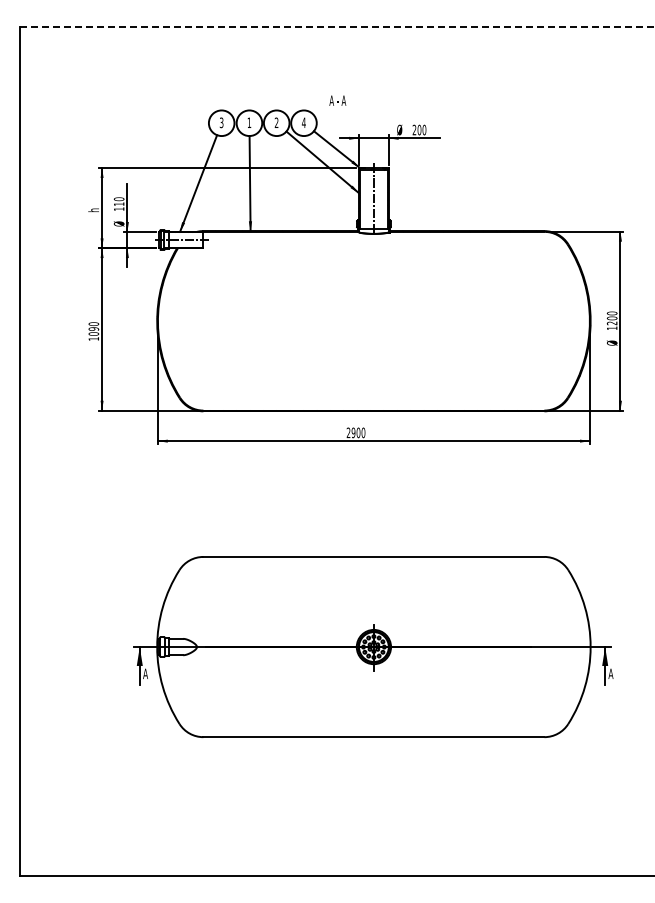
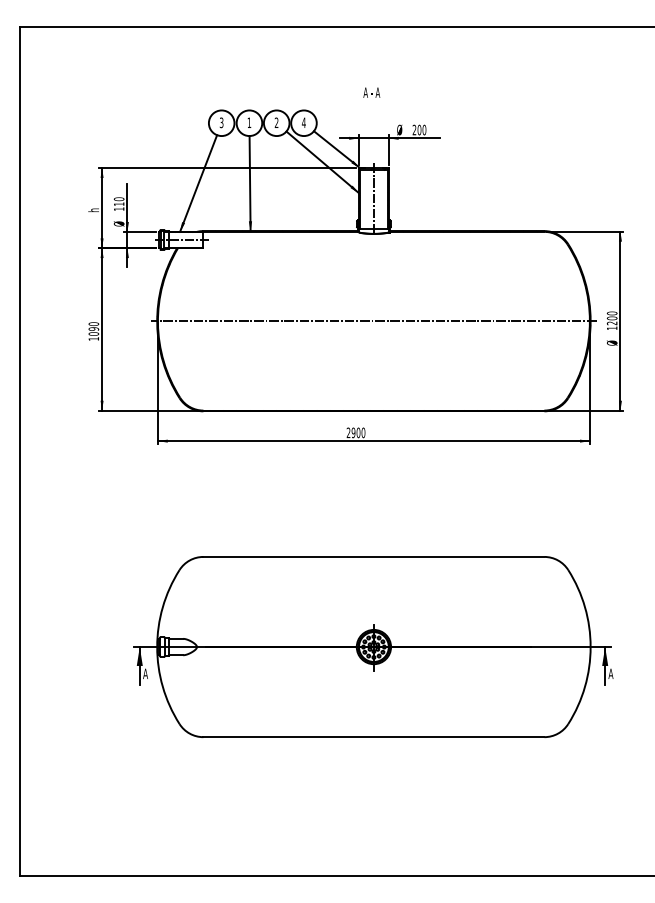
line at (337, 27): dashed -> solid
text at (337, 100) position: (337, 100) -> (371, 92)
line at (373, 321): none -> present
